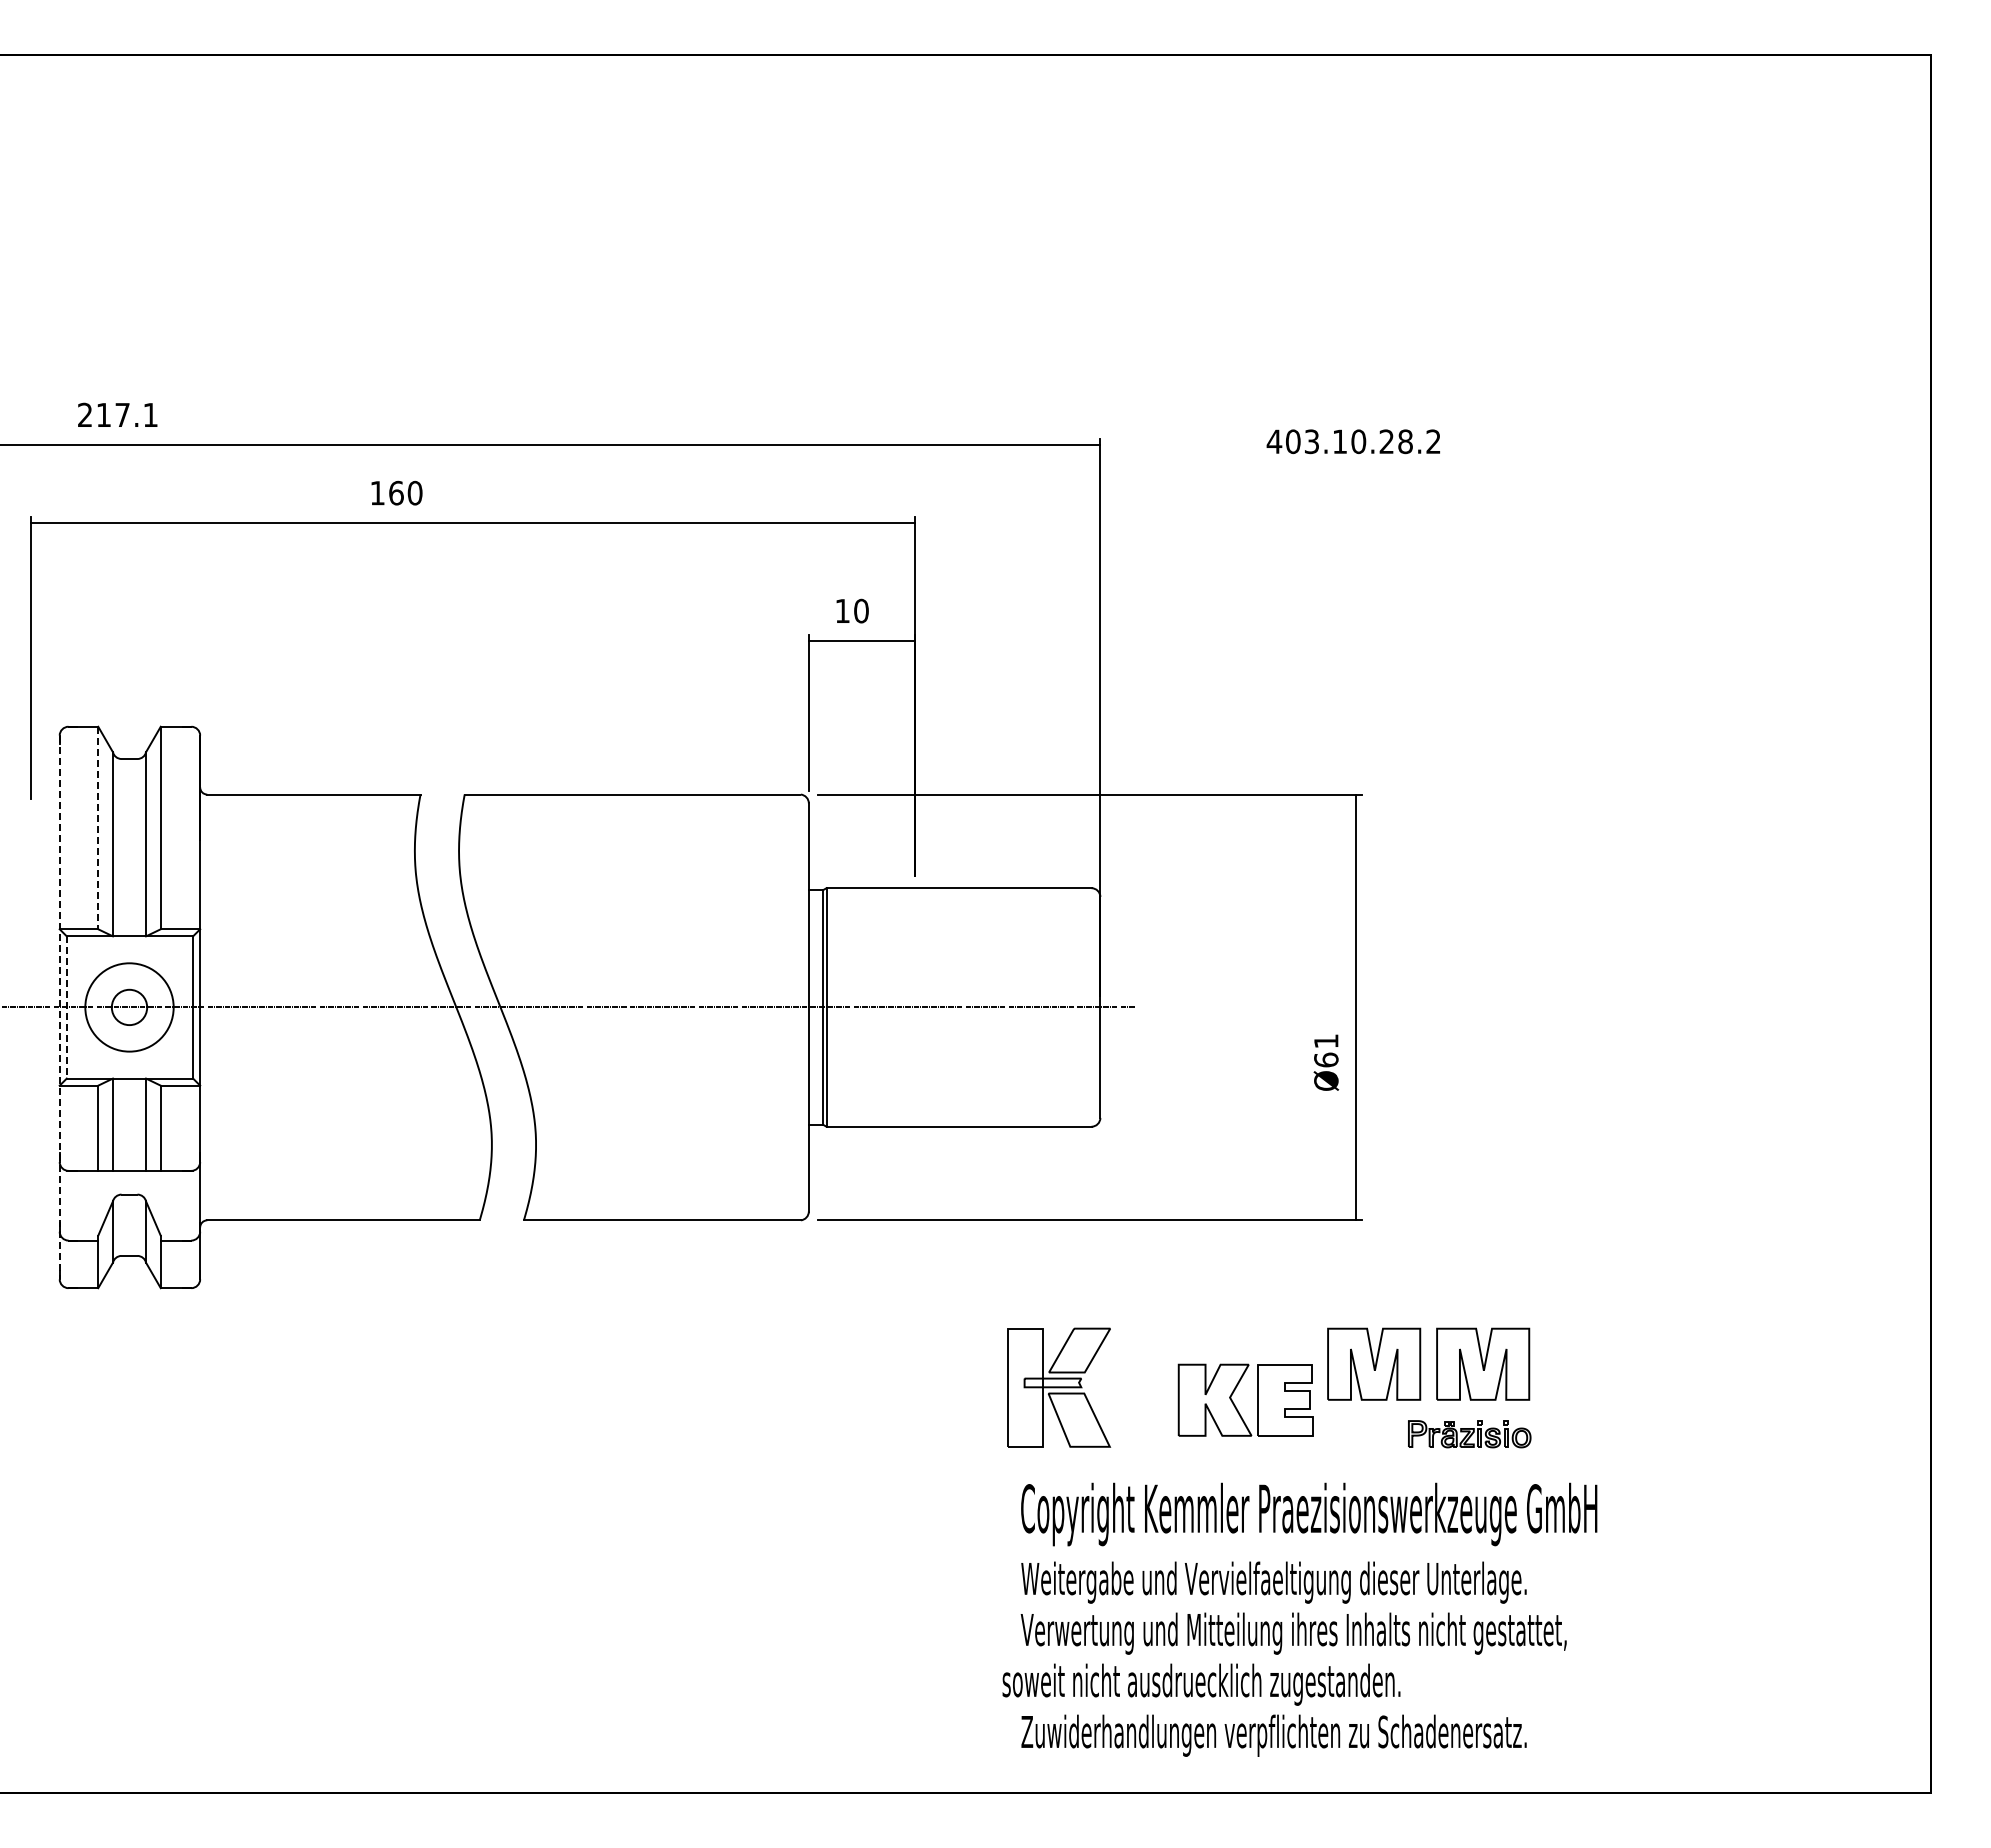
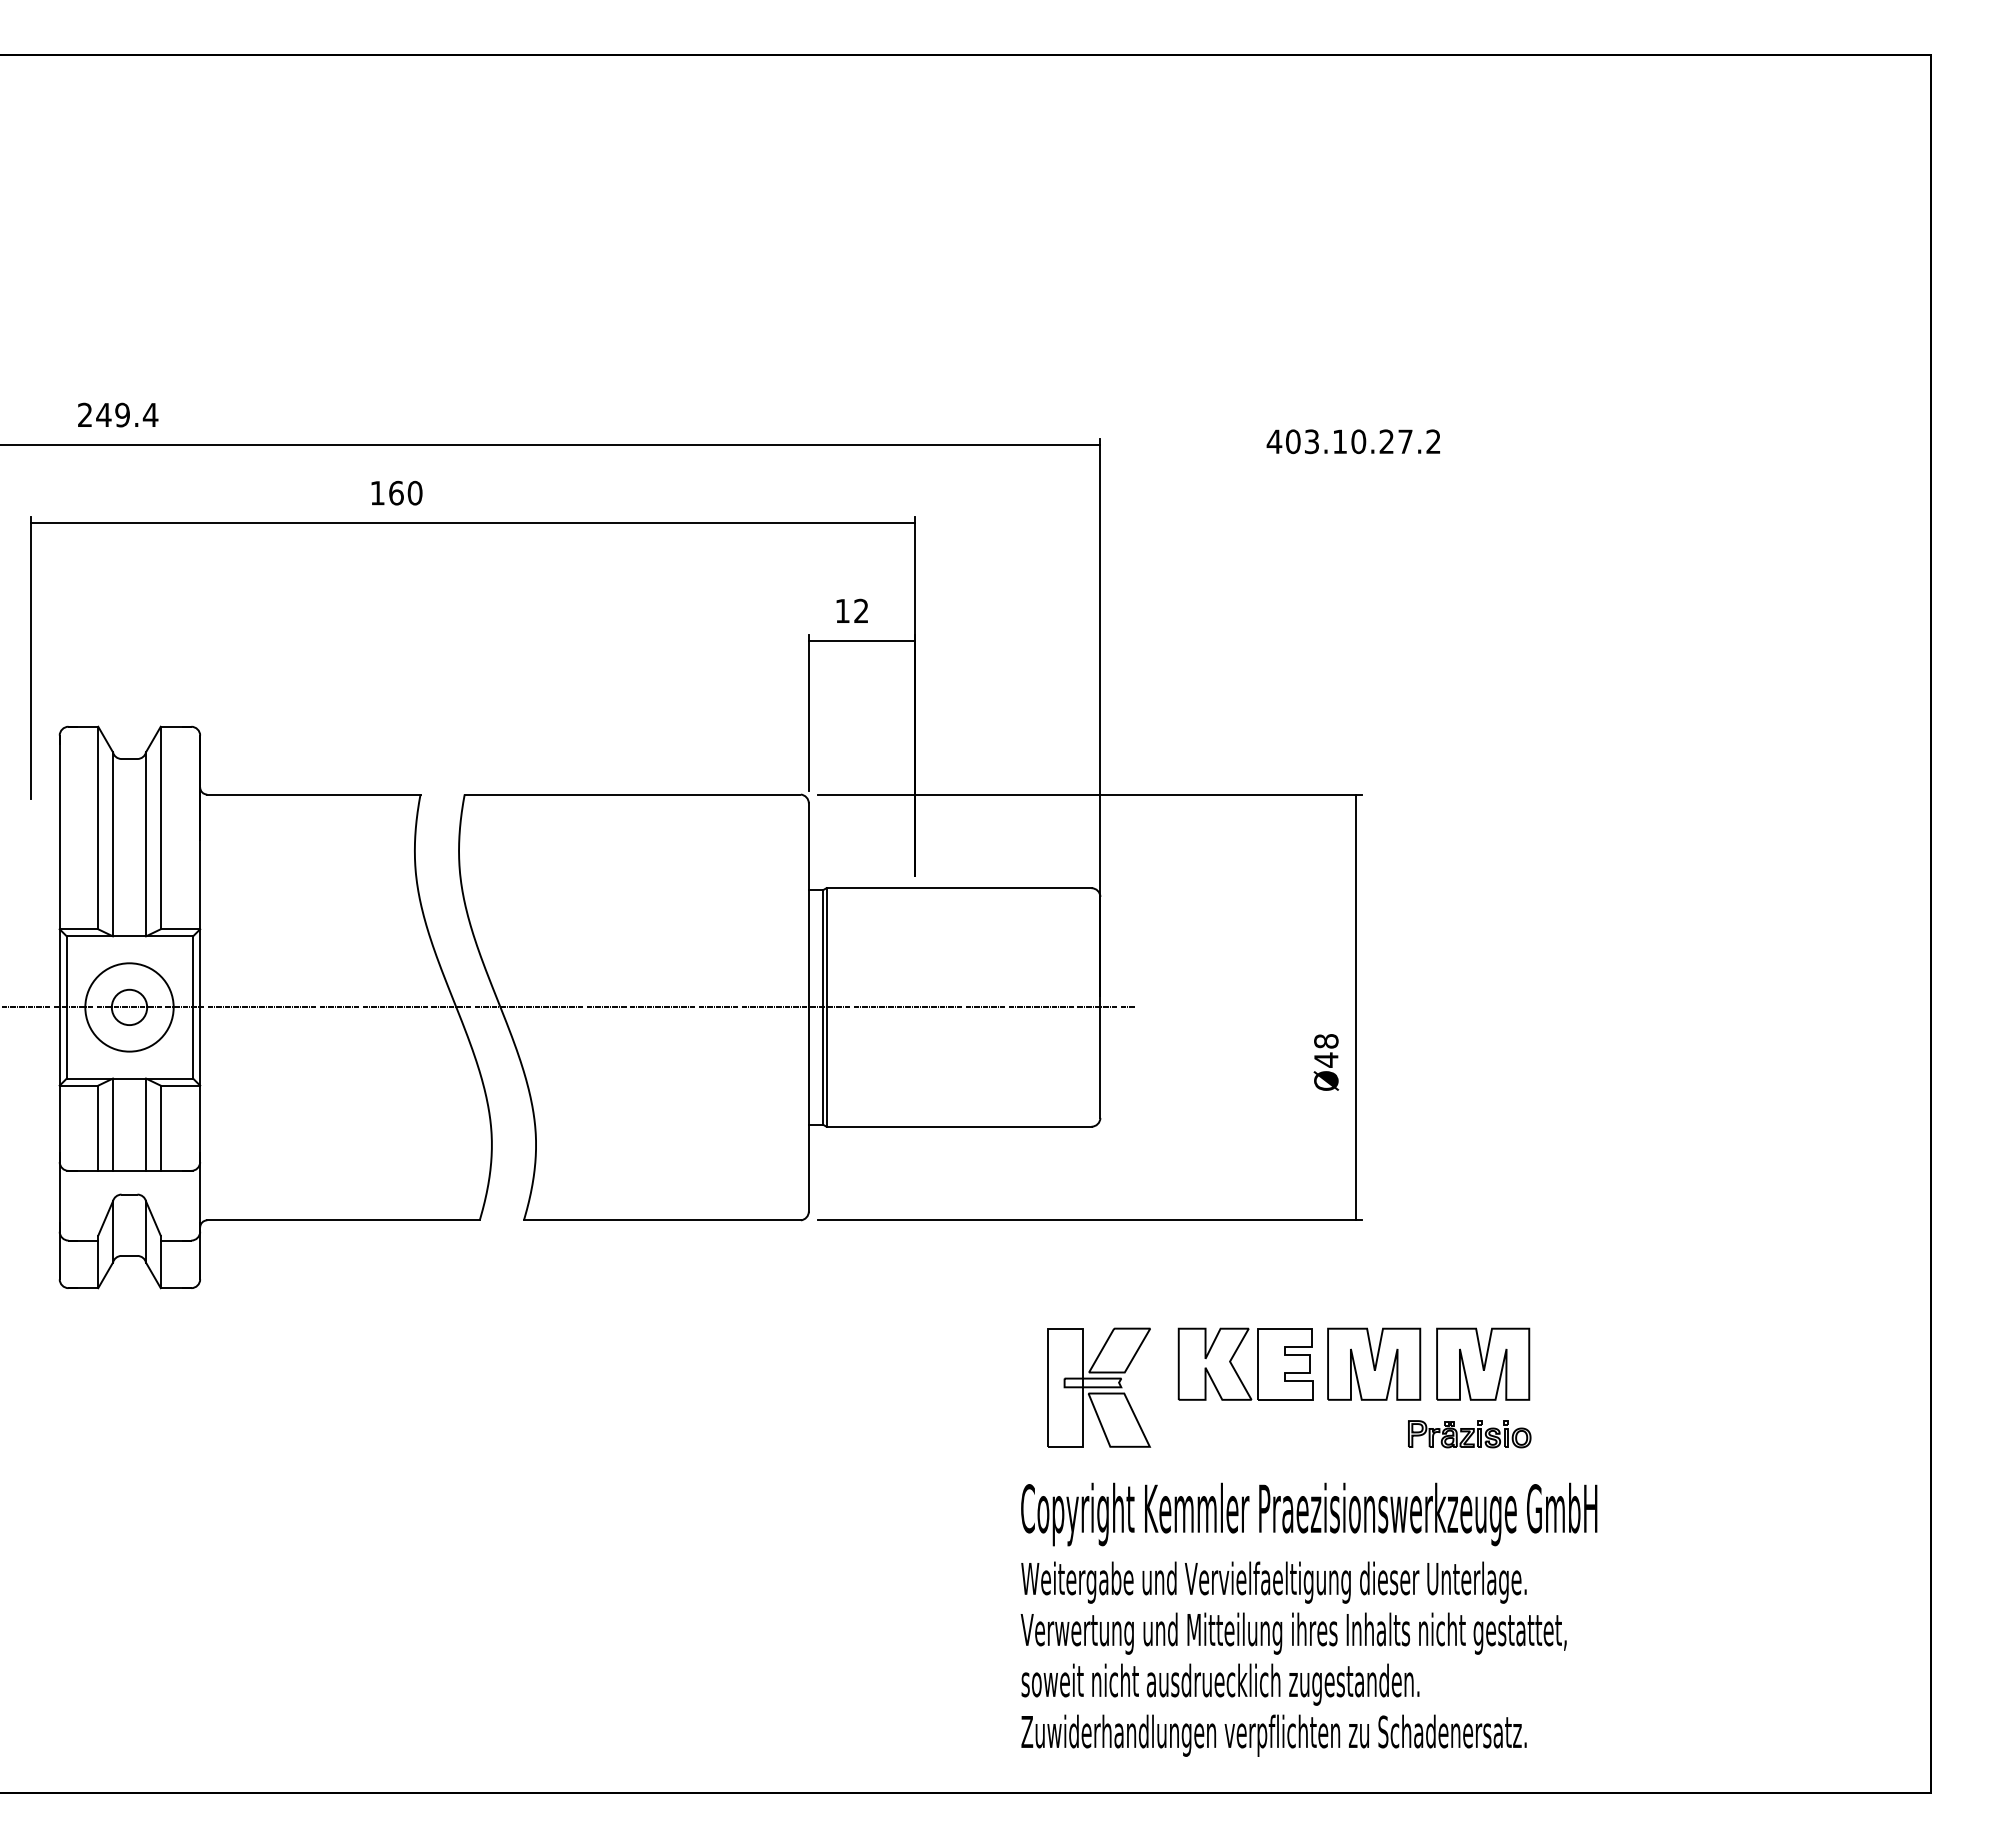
text at (127, 414): 217.1 -> 249.4
text at (1405, 441): 403.10.28.2 -> 403.10.27.2
text at (861, 610): 10 -> 12
line at (98, 828): dashed -> solid
line at (59, 1007): dashed -> solid
line at (66, 1007): dashed -> solid
text at (1326, 1050): Ø61 -> Ø48
part at (1059, 1387) position: (1059, 1387) -> (1099, 1387)
part at (1236, 1406) position: (1236, 1406) -> (1236, 1370)
text at (1201, 1684) position: (1201, 1684) -> (1220, 1684)
